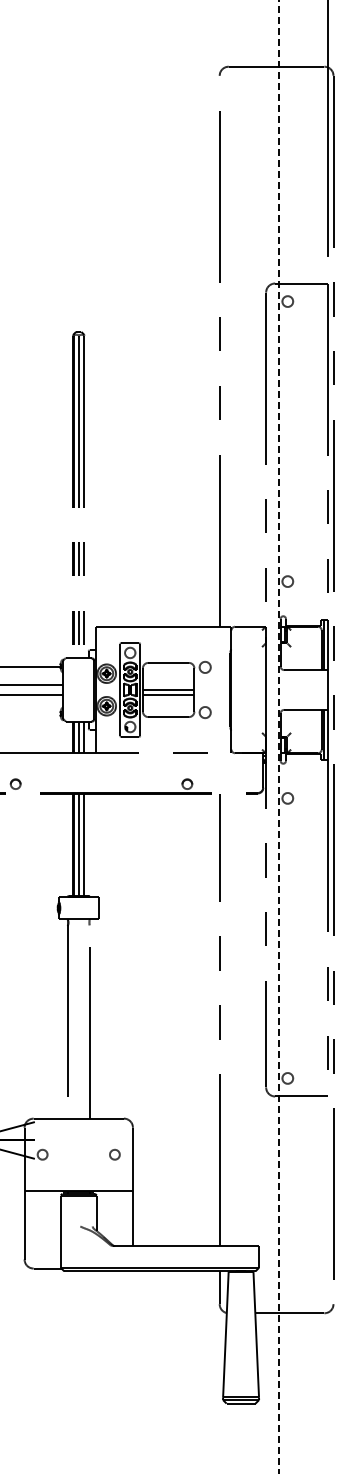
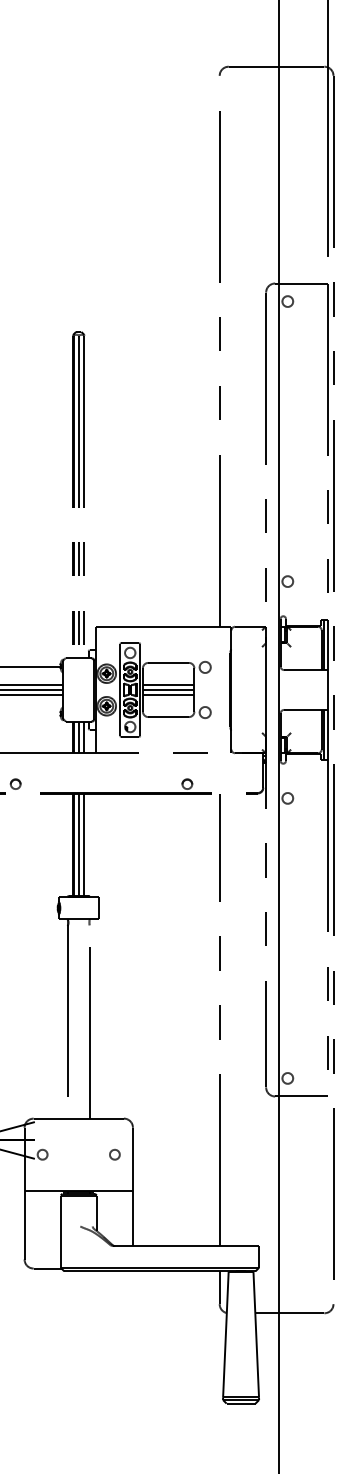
line at (168, 684): none -> present
line at (32, 690): none -> present
line at (279, 737): dashed -> solid
